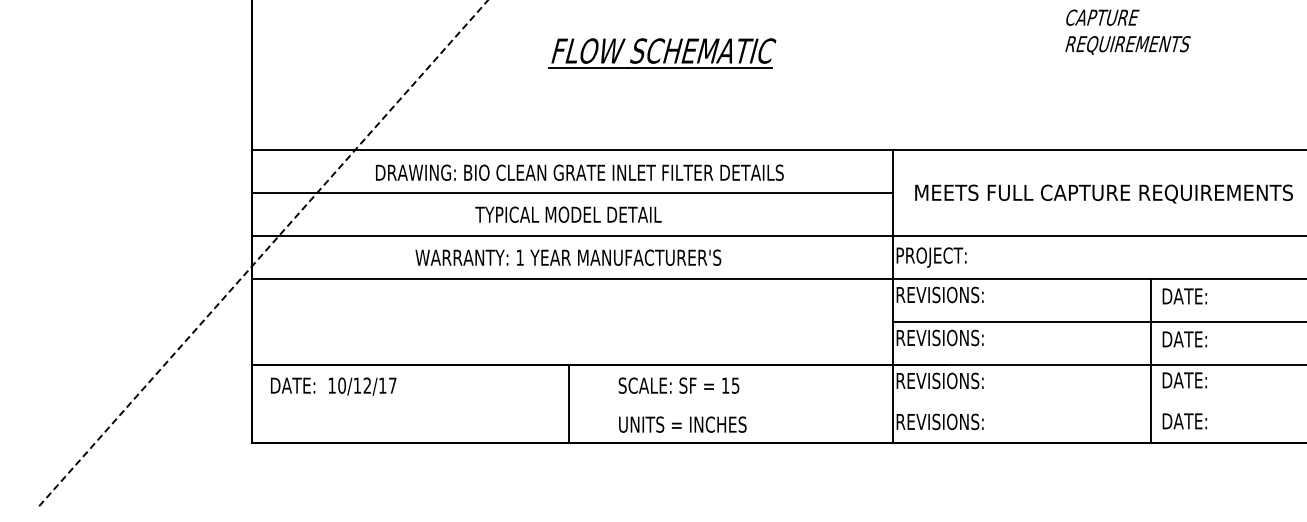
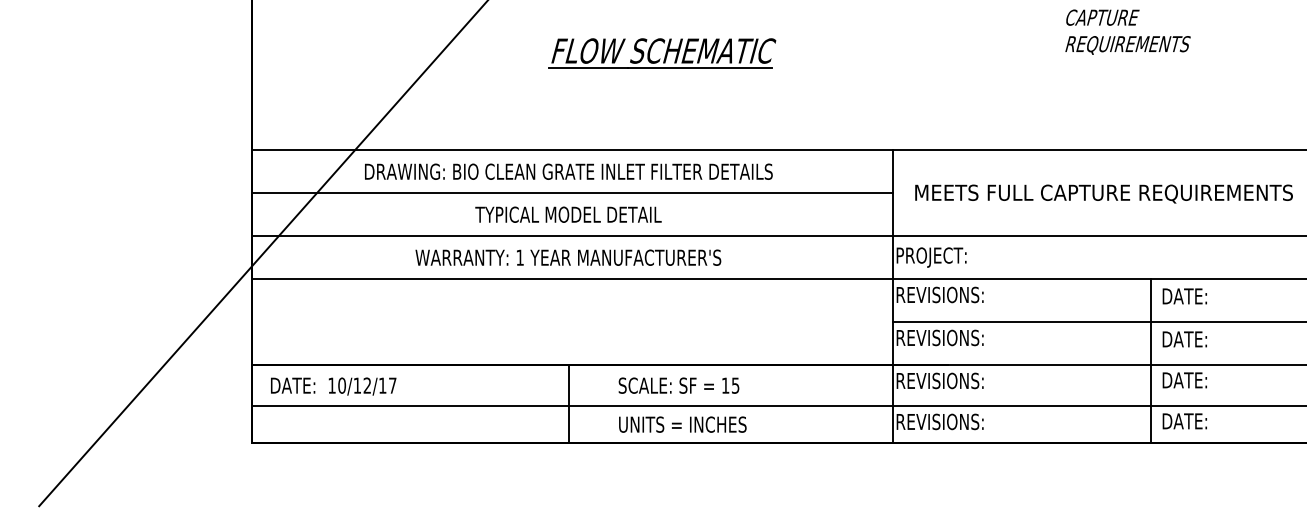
text at (579, 172) position: (579, 172) -> (568, 171)
line at (263, 253): dashed -> solid
line at (777, 406): none -> present
